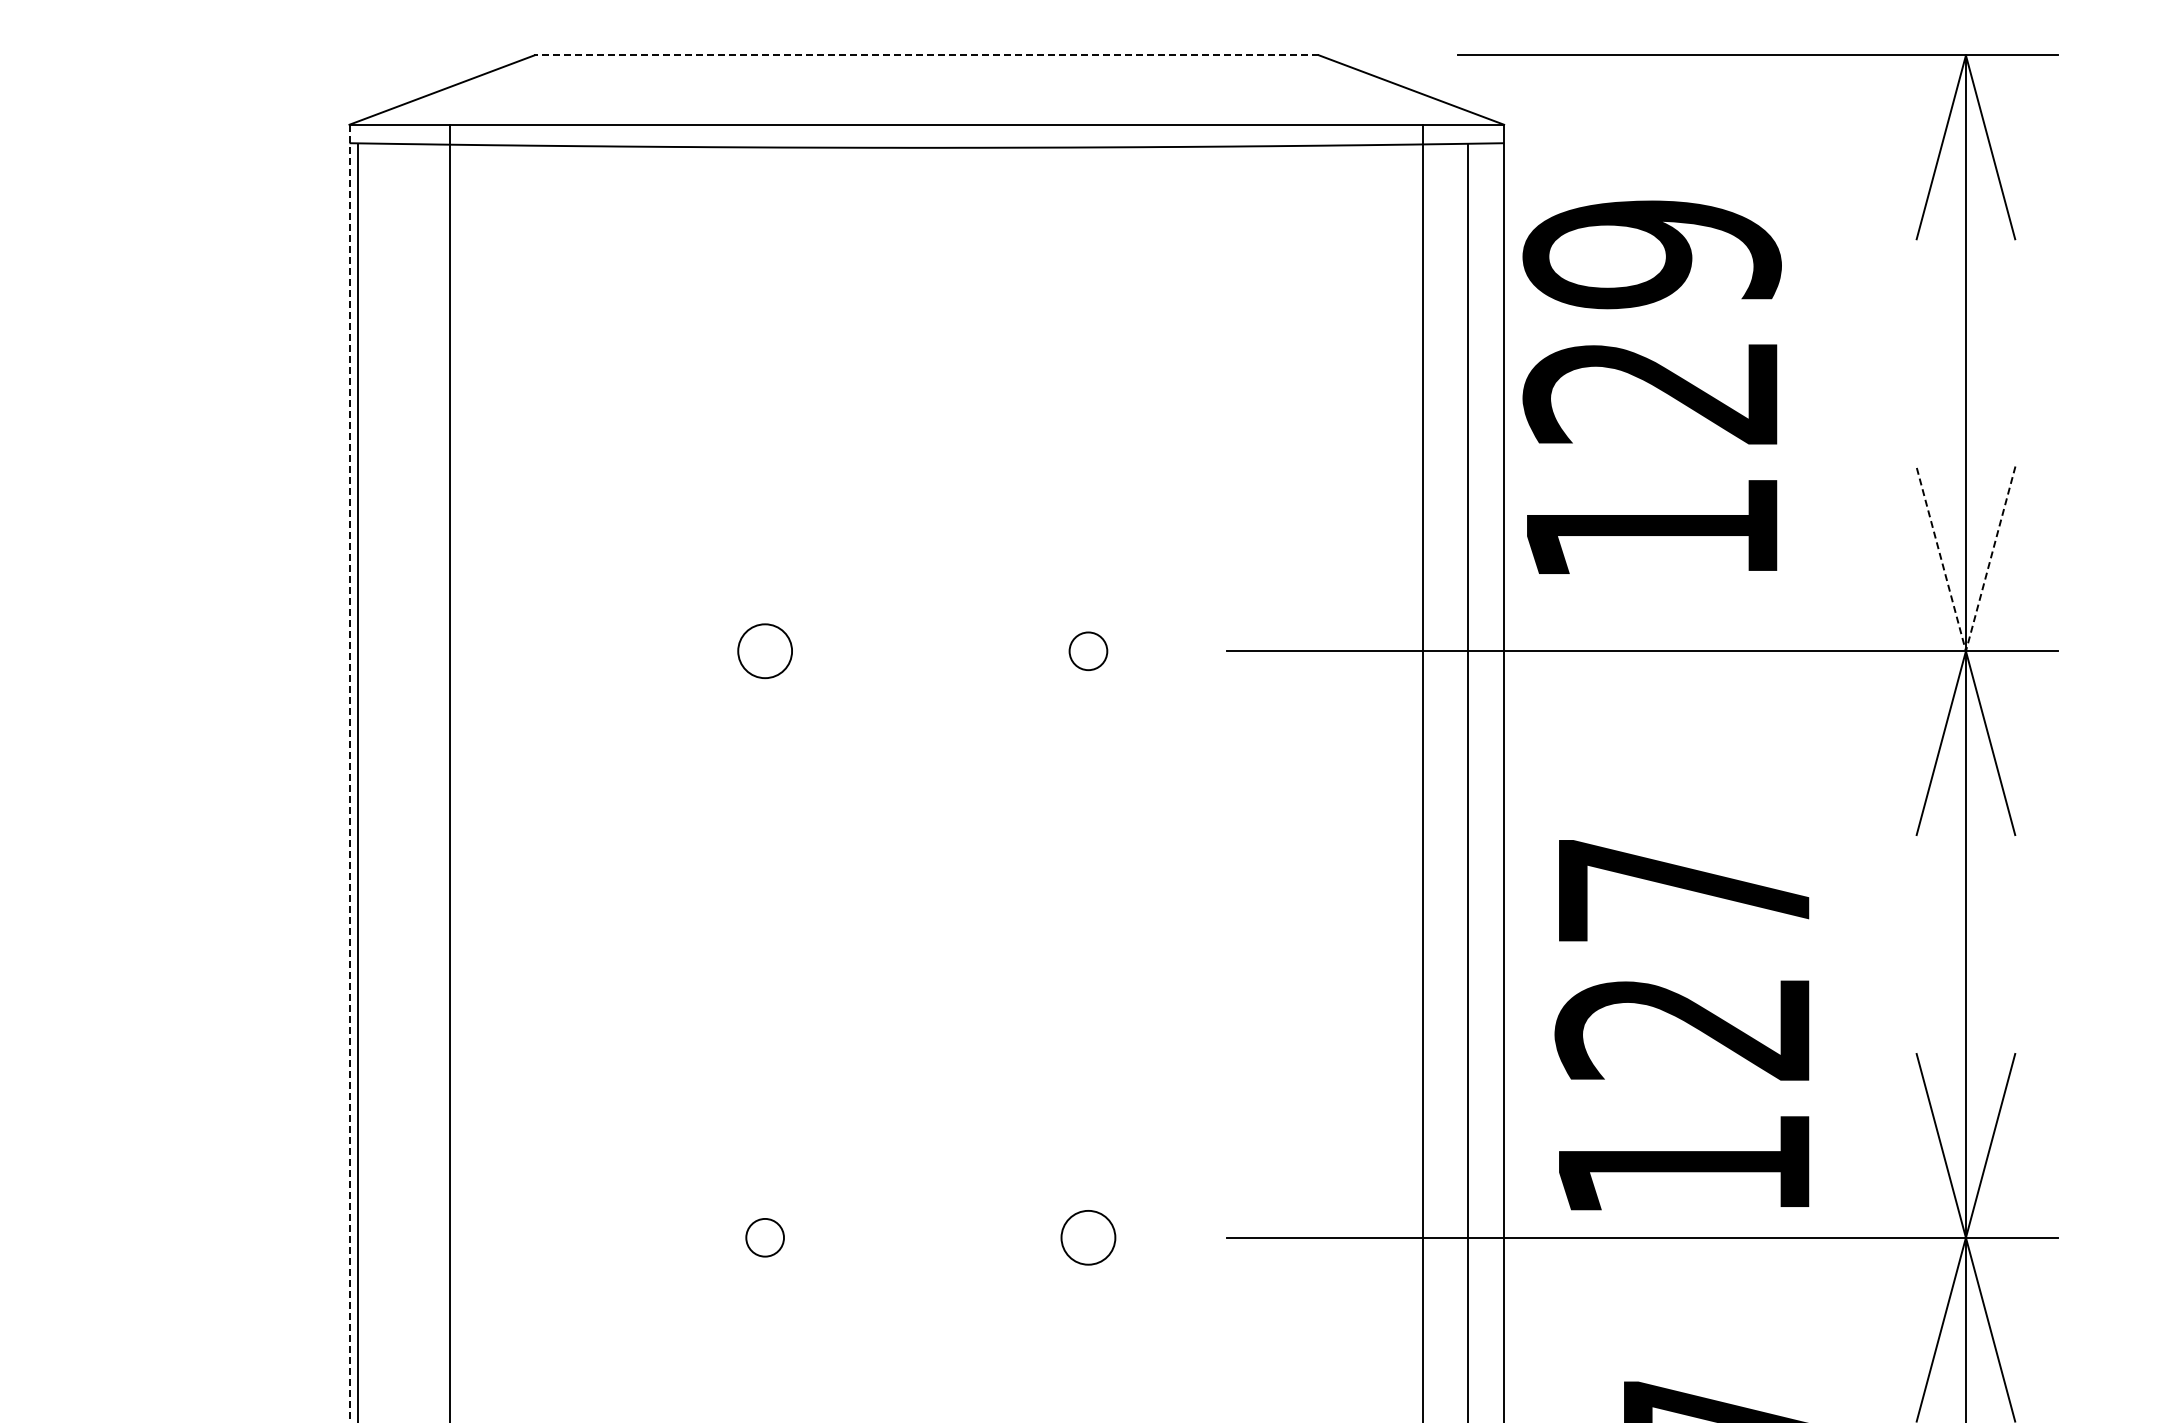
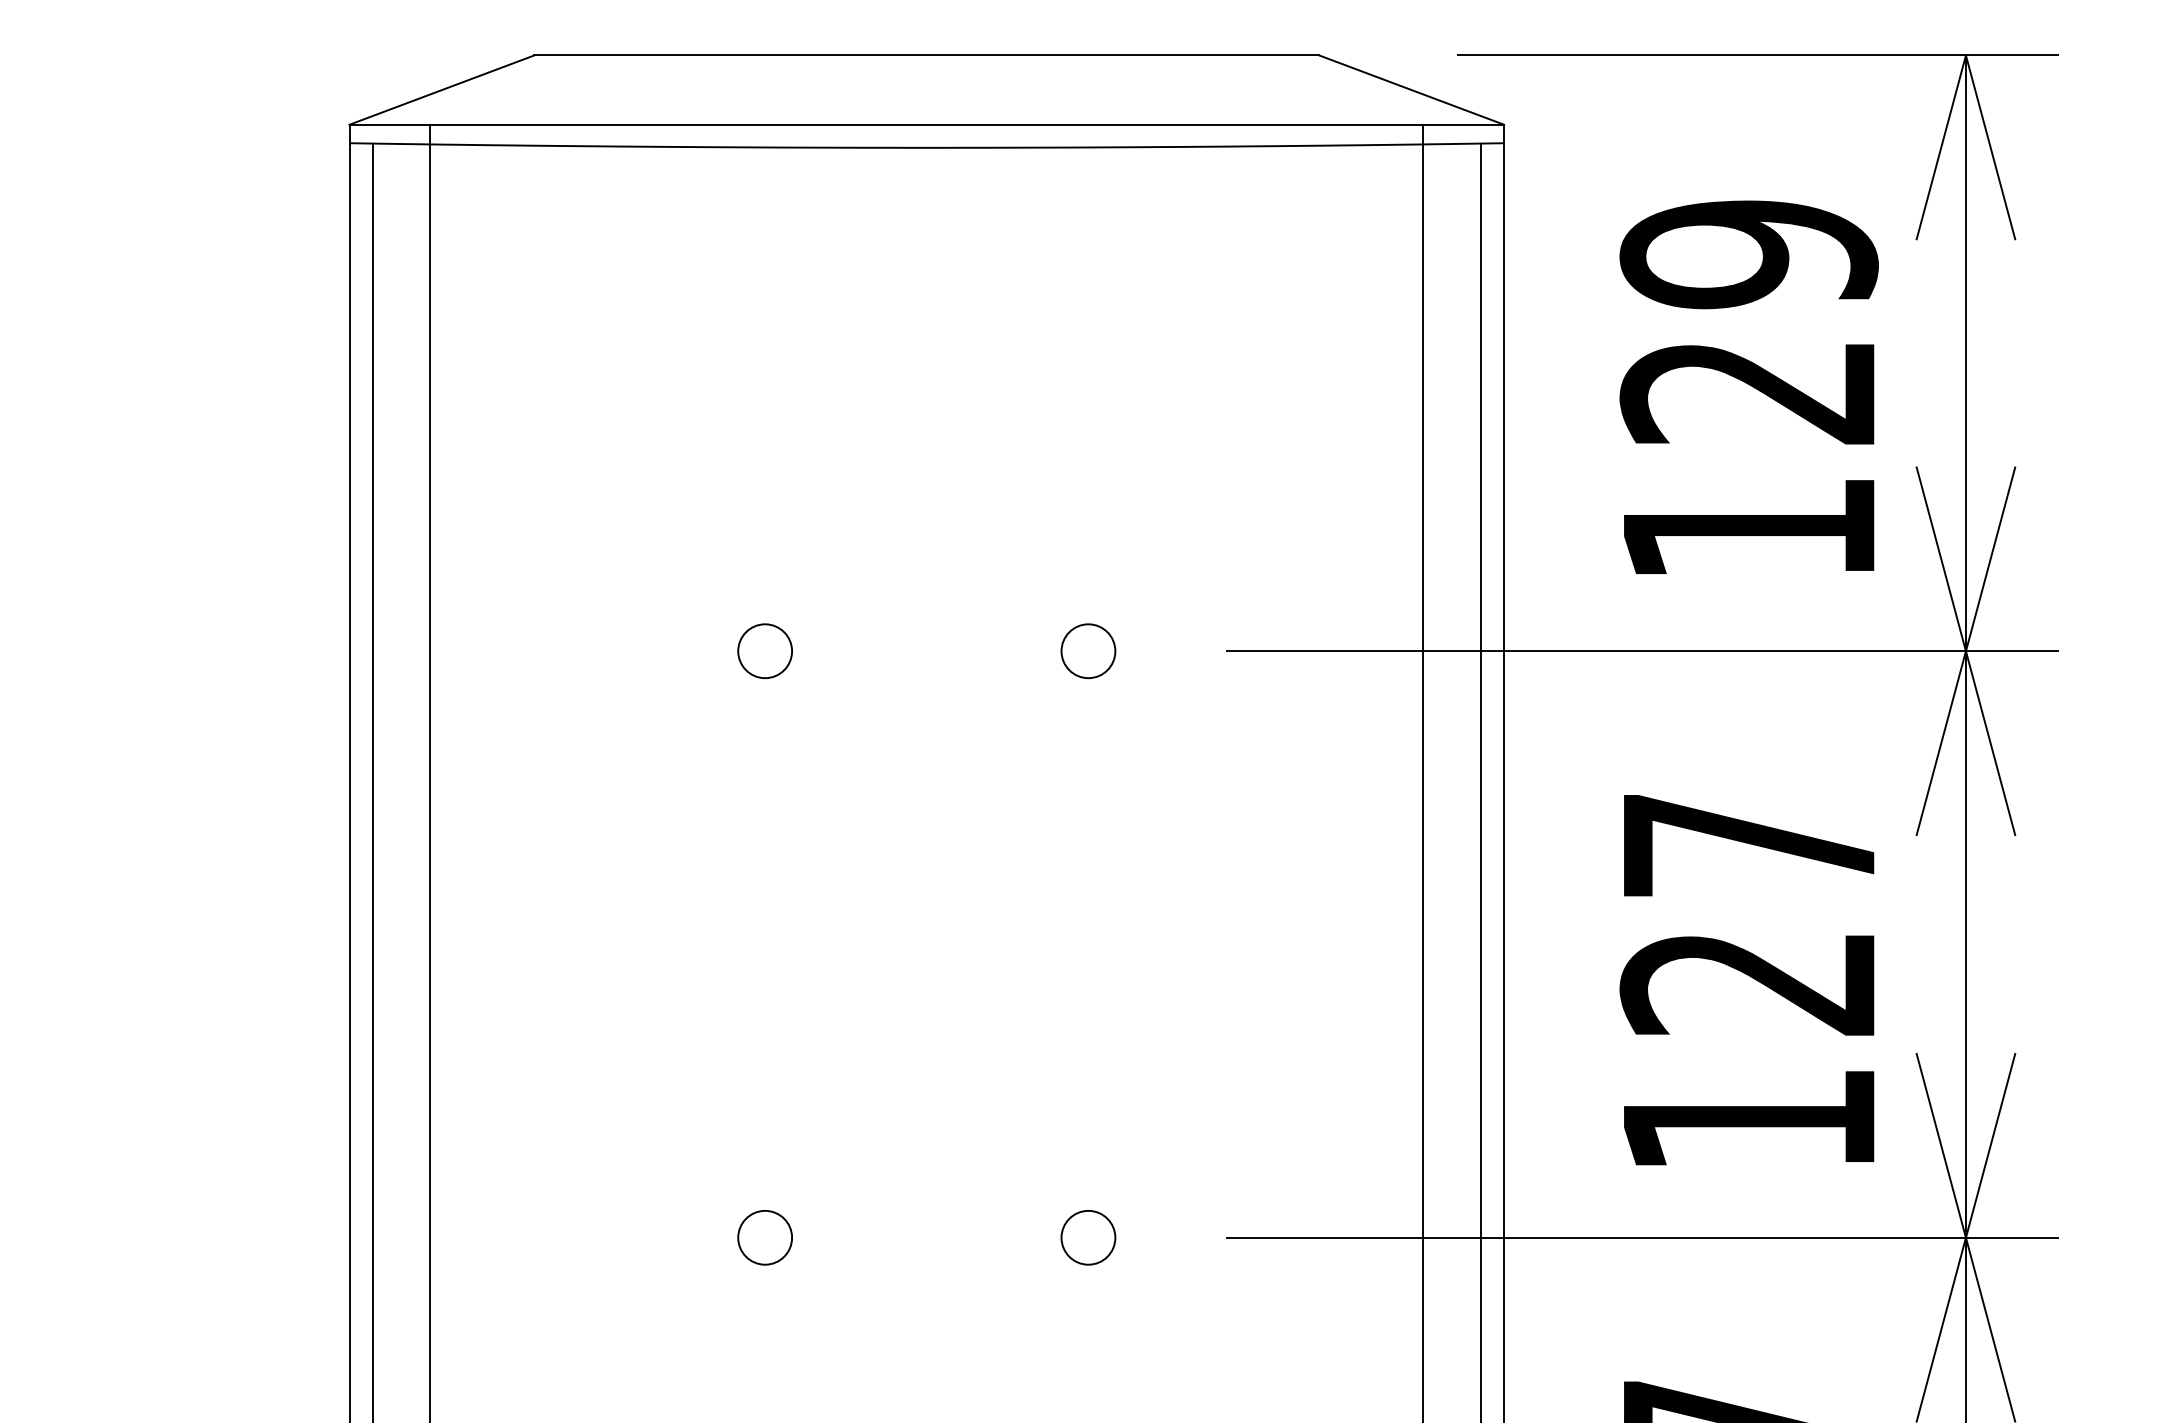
line at (926, 55): dashed -> solid
text at (1651, 386) position: (1651, 386) -> (1748, 386)
circle at (1088, 651) size: 41x41 px -> 57x57 px
line at (1965, 651): dashed -> solid
line at (450, 771) position: (450, 771) -> (430, 771)
line at (349, 773): dashed -> solid
line at (357, 781) position: (357, 781) -> (372, 781)
line at (1468, 781) position: (1468, 781) -> (1481, 781)
text at (1681, 1025) position: (1681, 1025) -> (1746, 980)
circle at (765, 1237) diameter: 38 px -> 54 px
